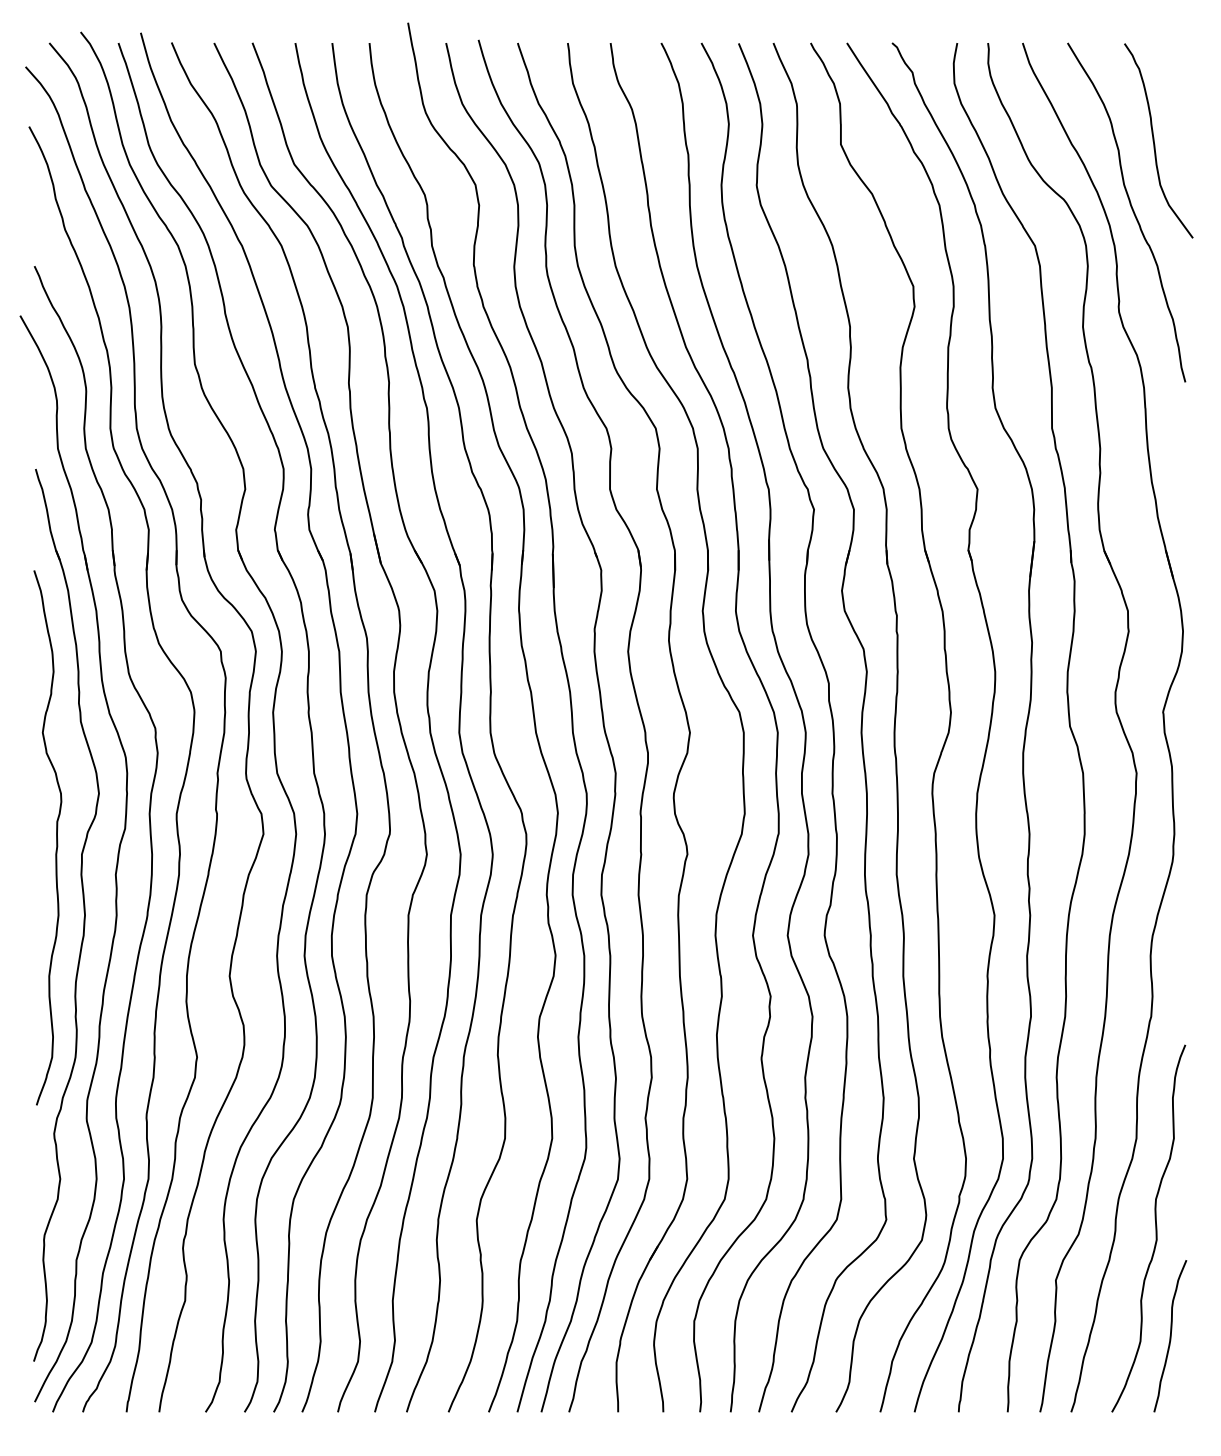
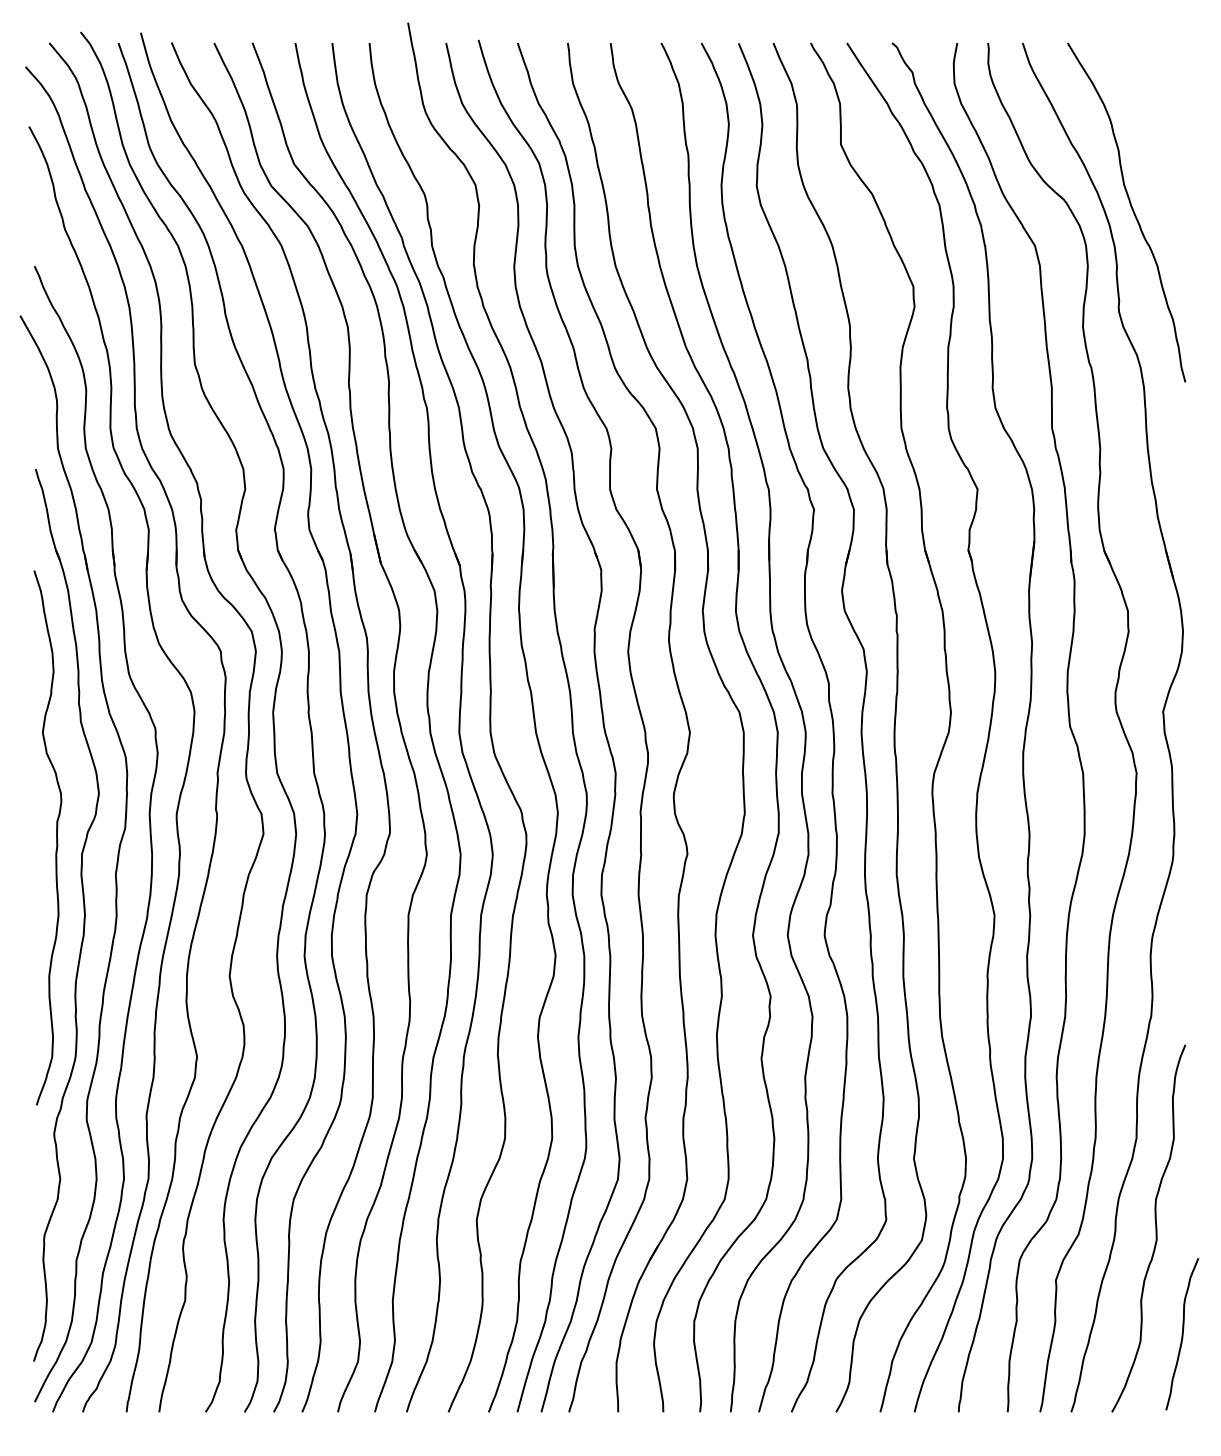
curve at (1154, 140): present -> none
curve at (1170, 1336) position: (1170, 1336) -> (1182, 1334)
